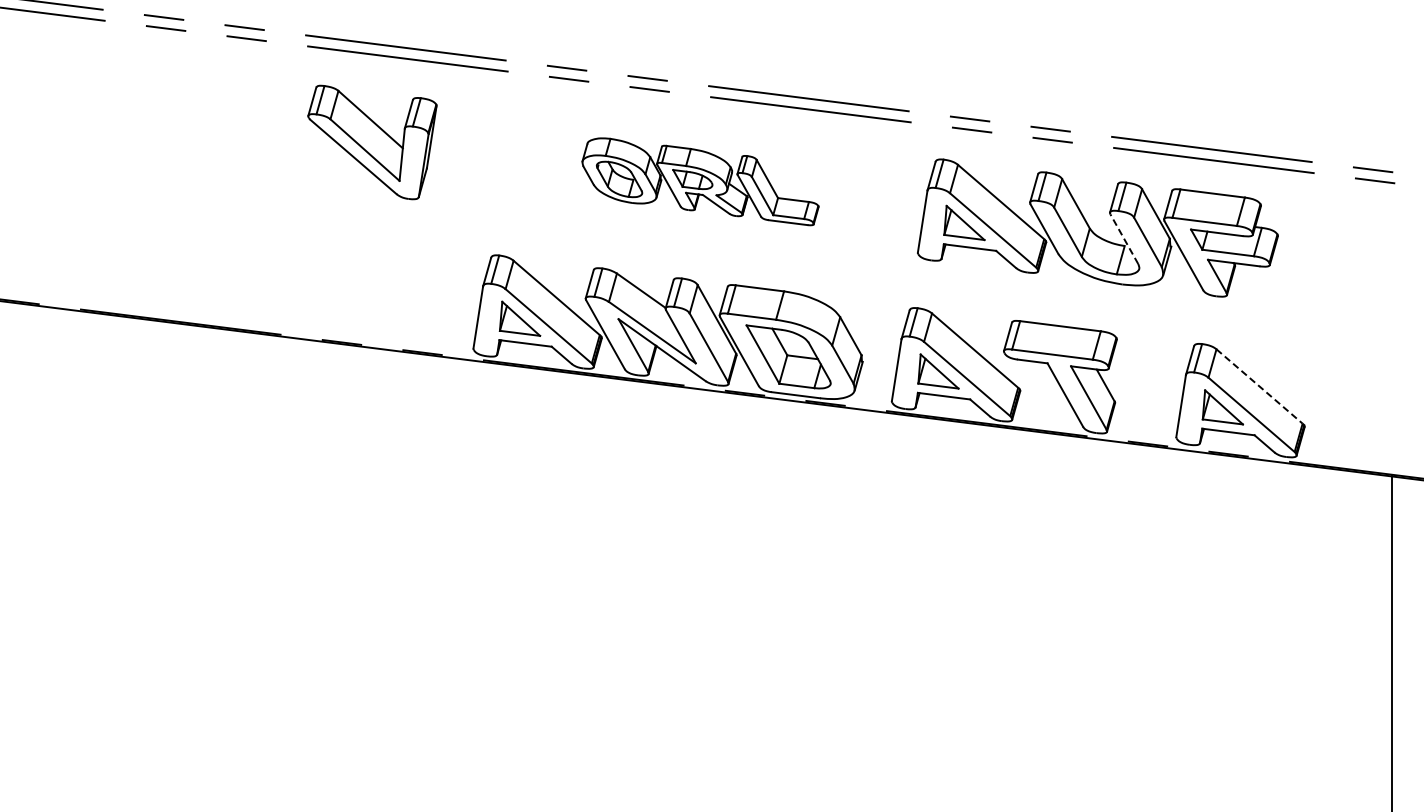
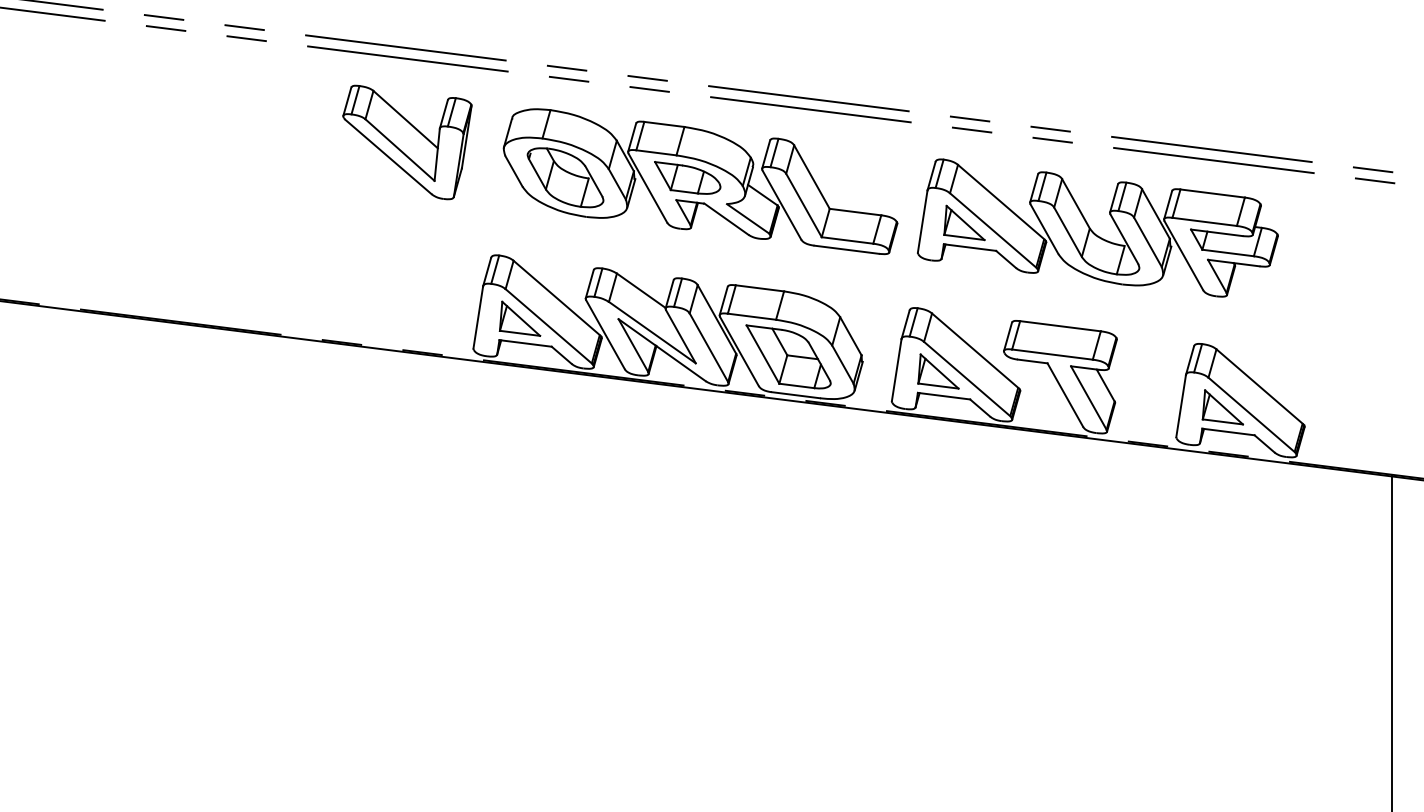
part at (372, 142) position: (372, 142) -> (407, 142)
part at (700, 181) size: 239x90 px -> 397x148 px
line at (1124, 238): dashed -> solid
line at (1259, 386): dashed -> solid
